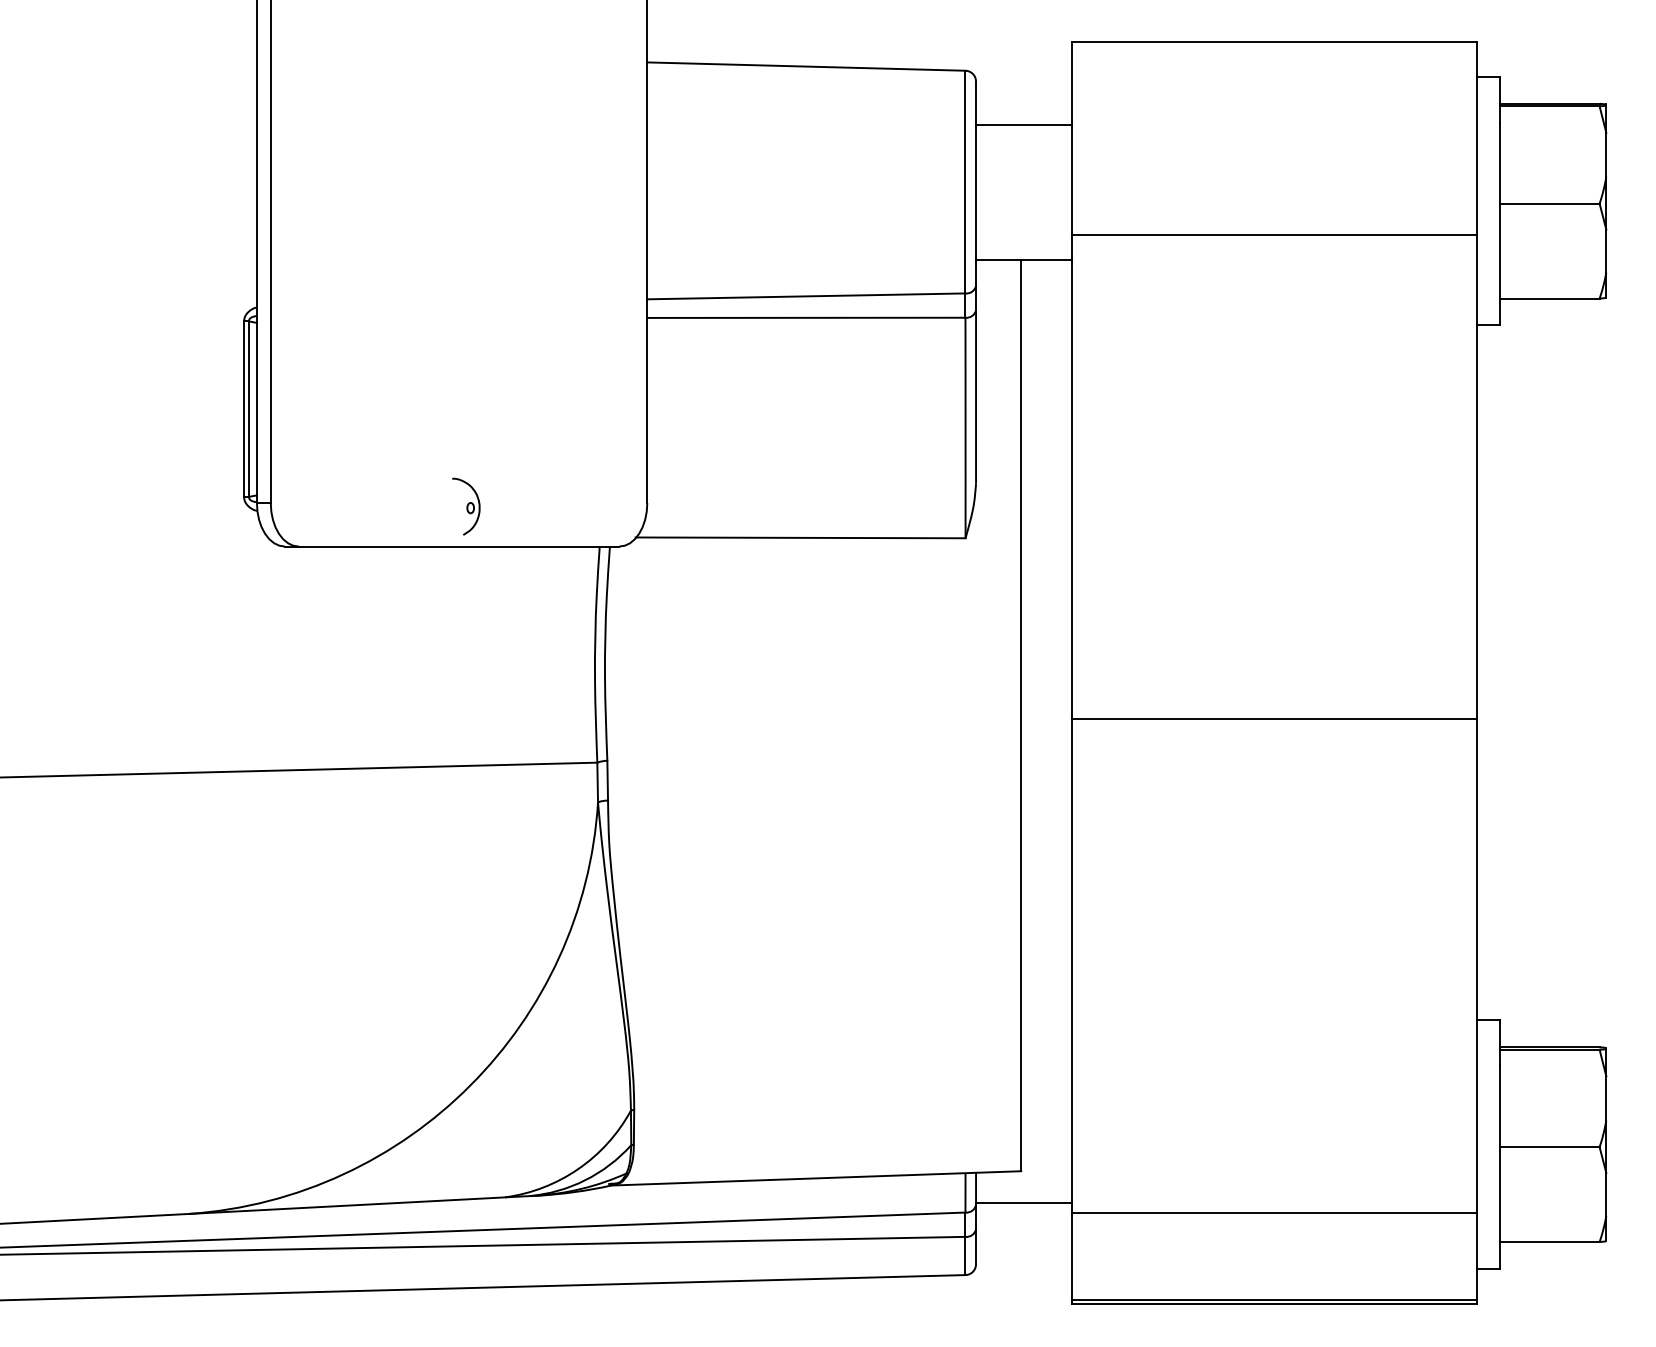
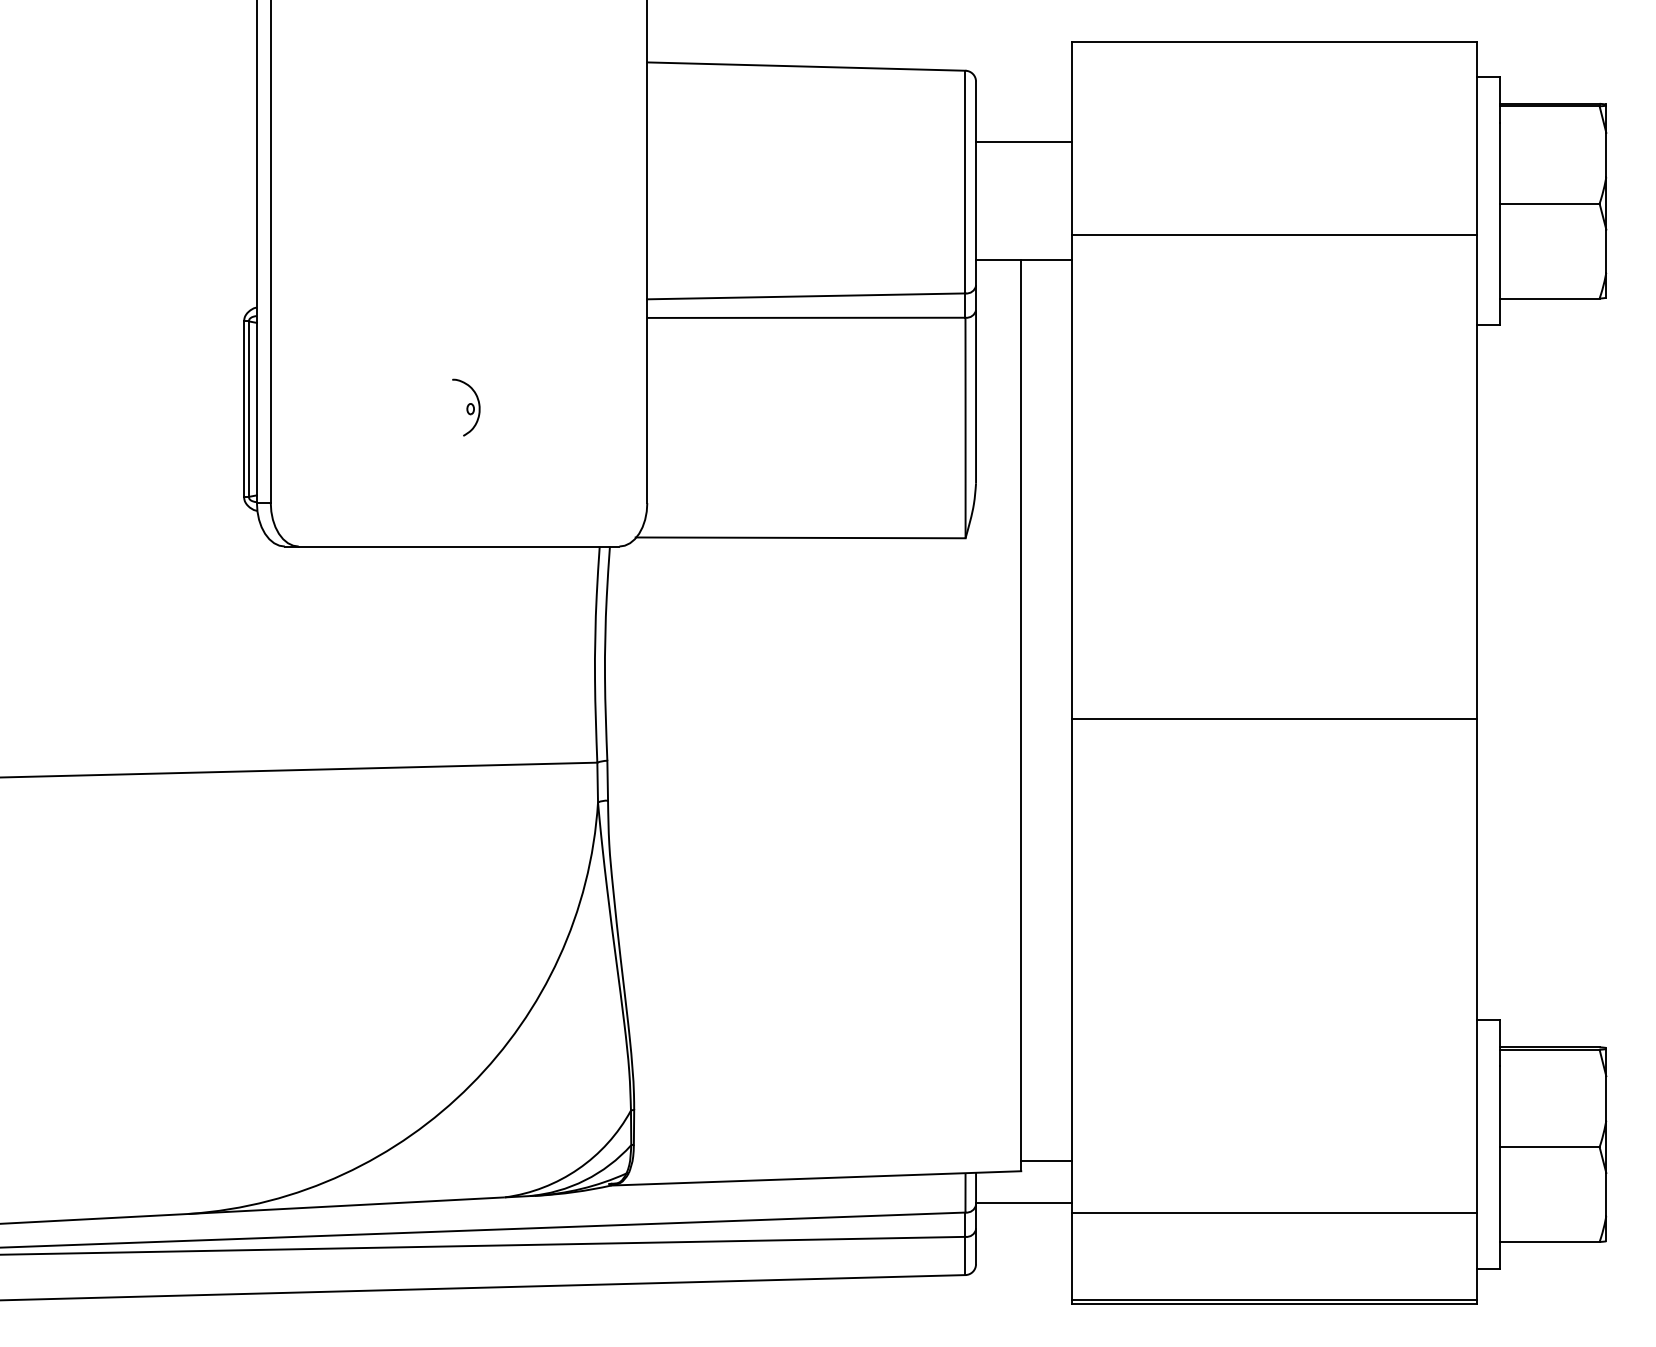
line at (1024, 125) position: (1024, 125) -> (1024, 142)
part at (466, 506) position: (466, 506) -> (466, 407)
line at (1046, 1161): none -> present
